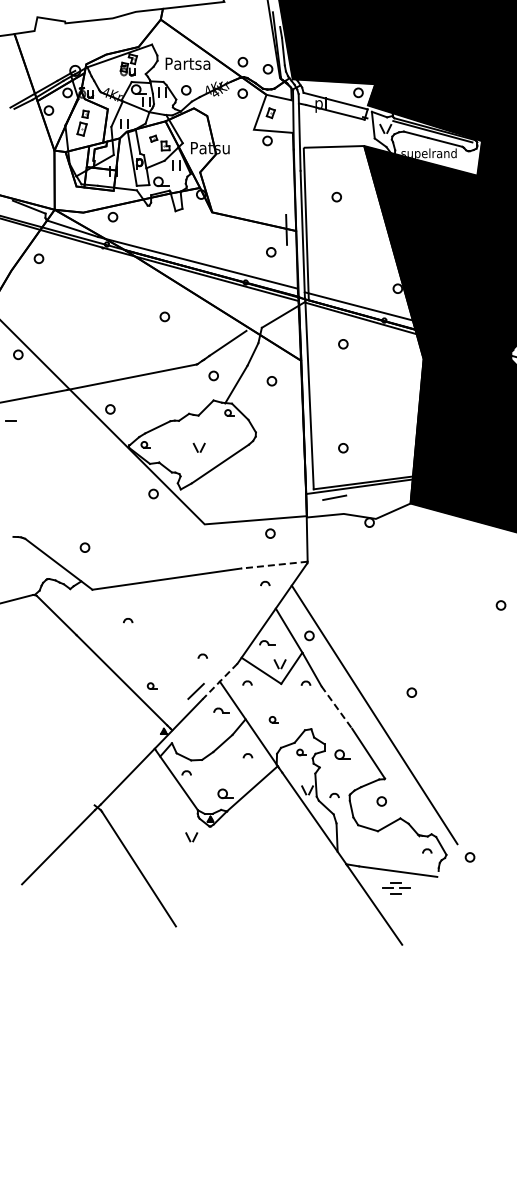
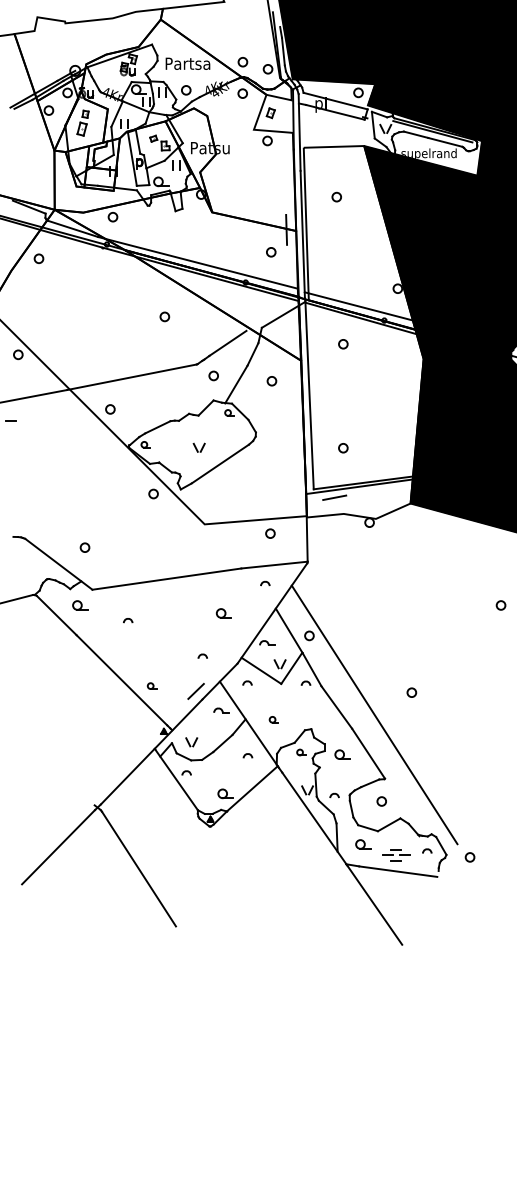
line at (274, 565): dashed -> solid
part at (80, 605): none -> present
part at (223, 613): none -> present
line at (219, 681): dashed -> solid
line at (337, 707): dashed -> solid
part at (191, 837) position: (191, 837) -> (191, 742)
part at (363, 844): none -> present
part at (396, 888) position: (396, 888) -> (396, 855)
